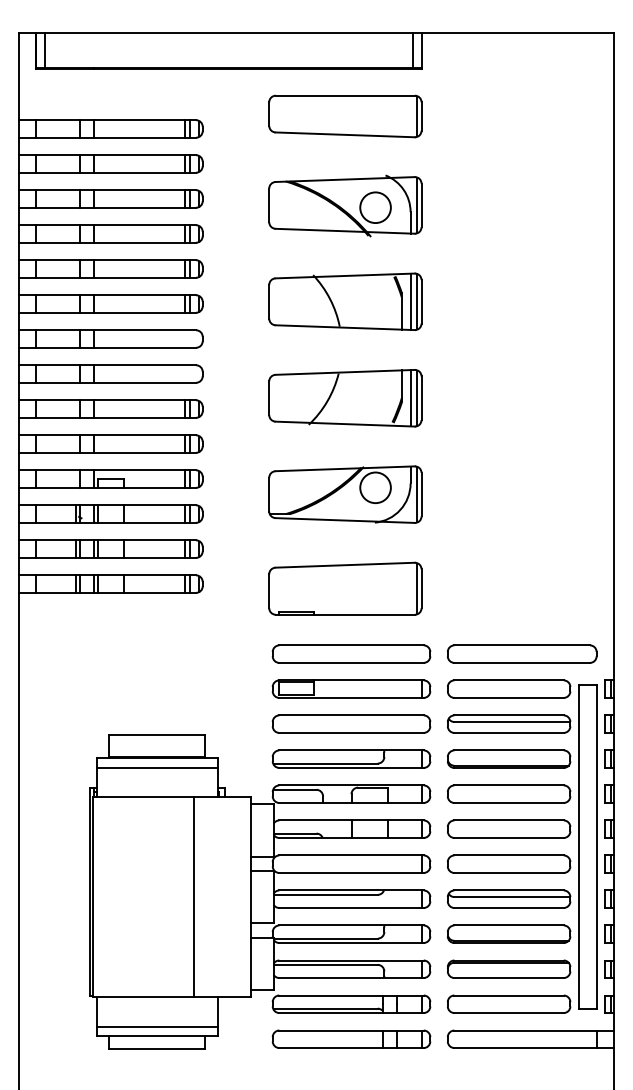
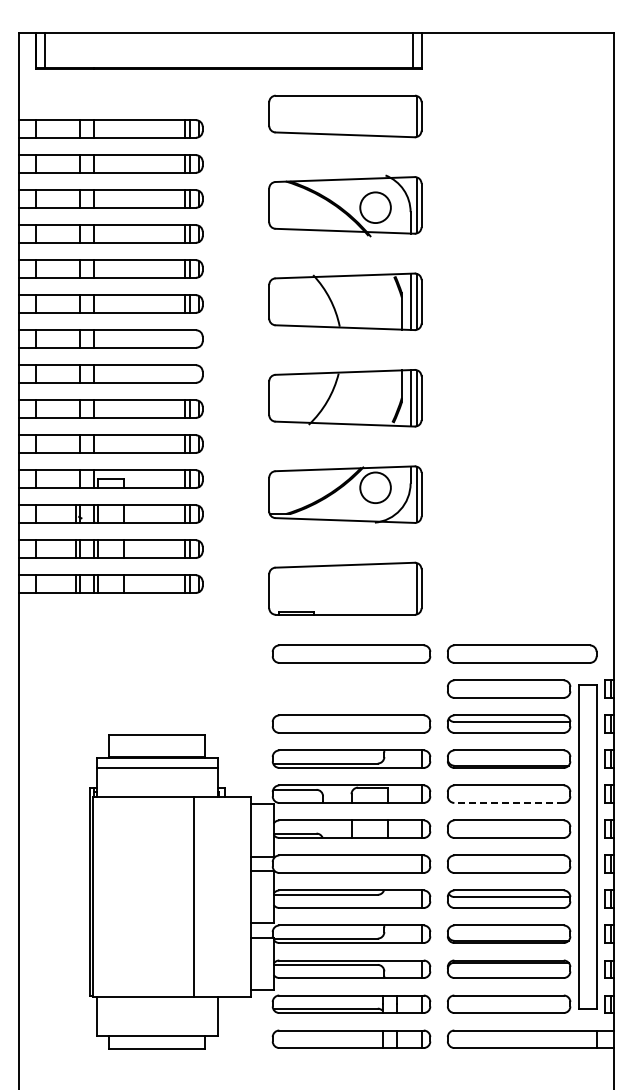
part at (351, 688): present -> none
line at (509, 802): solid -> dashed
line at (157, 1026): present -> none
